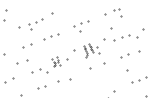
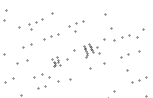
part at (117, 12): present -> none
part at (81, 26) position: (81, 26) -> (76, 26)
part at (39, 70) position: (39, 70) -> (41, 75)
